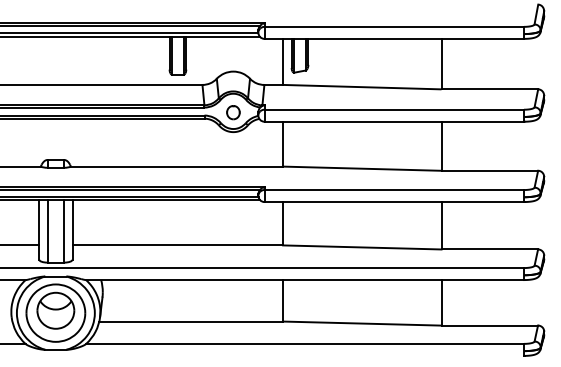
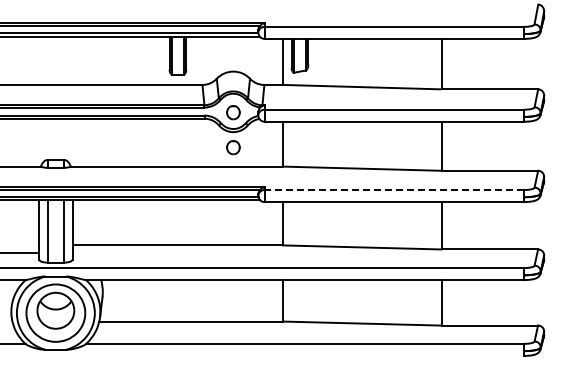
part at (233, 147): none -> present
line at (394, 190): solid -> dashed
line at (20, 245) position: (20, 245) -> (20, 253)
